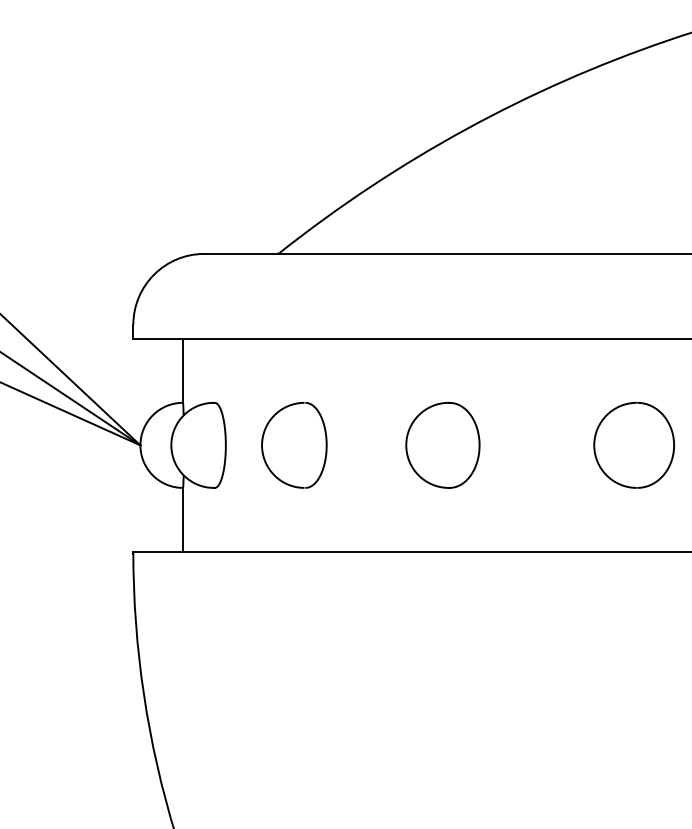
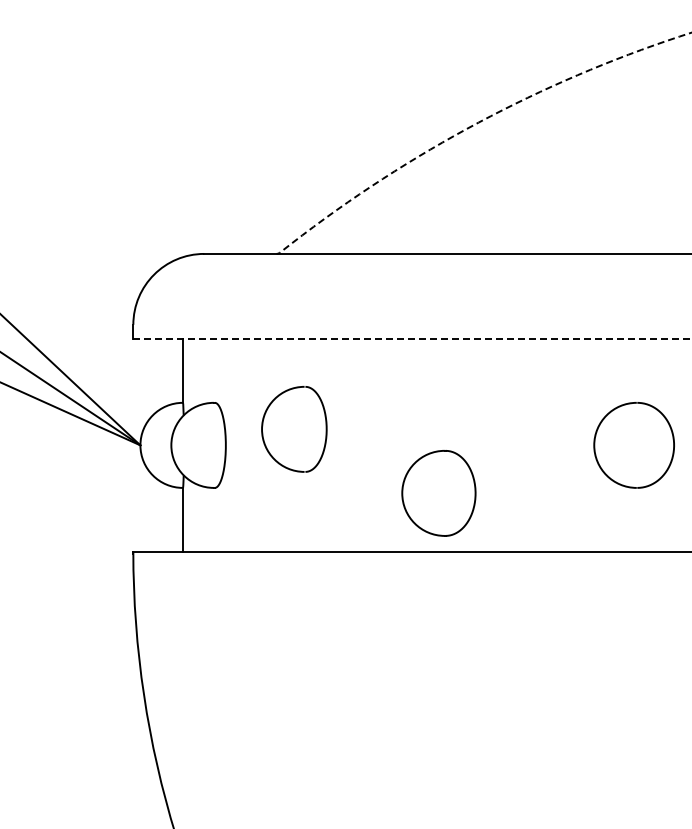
arc at (476, 124): solid -> dashed
line at (412, 339): solid -> dashed
part at (294, 445) position: (294, 445) -> (294, 429)
part at (442, 445) position: (442, 445) -> (438, 493)
